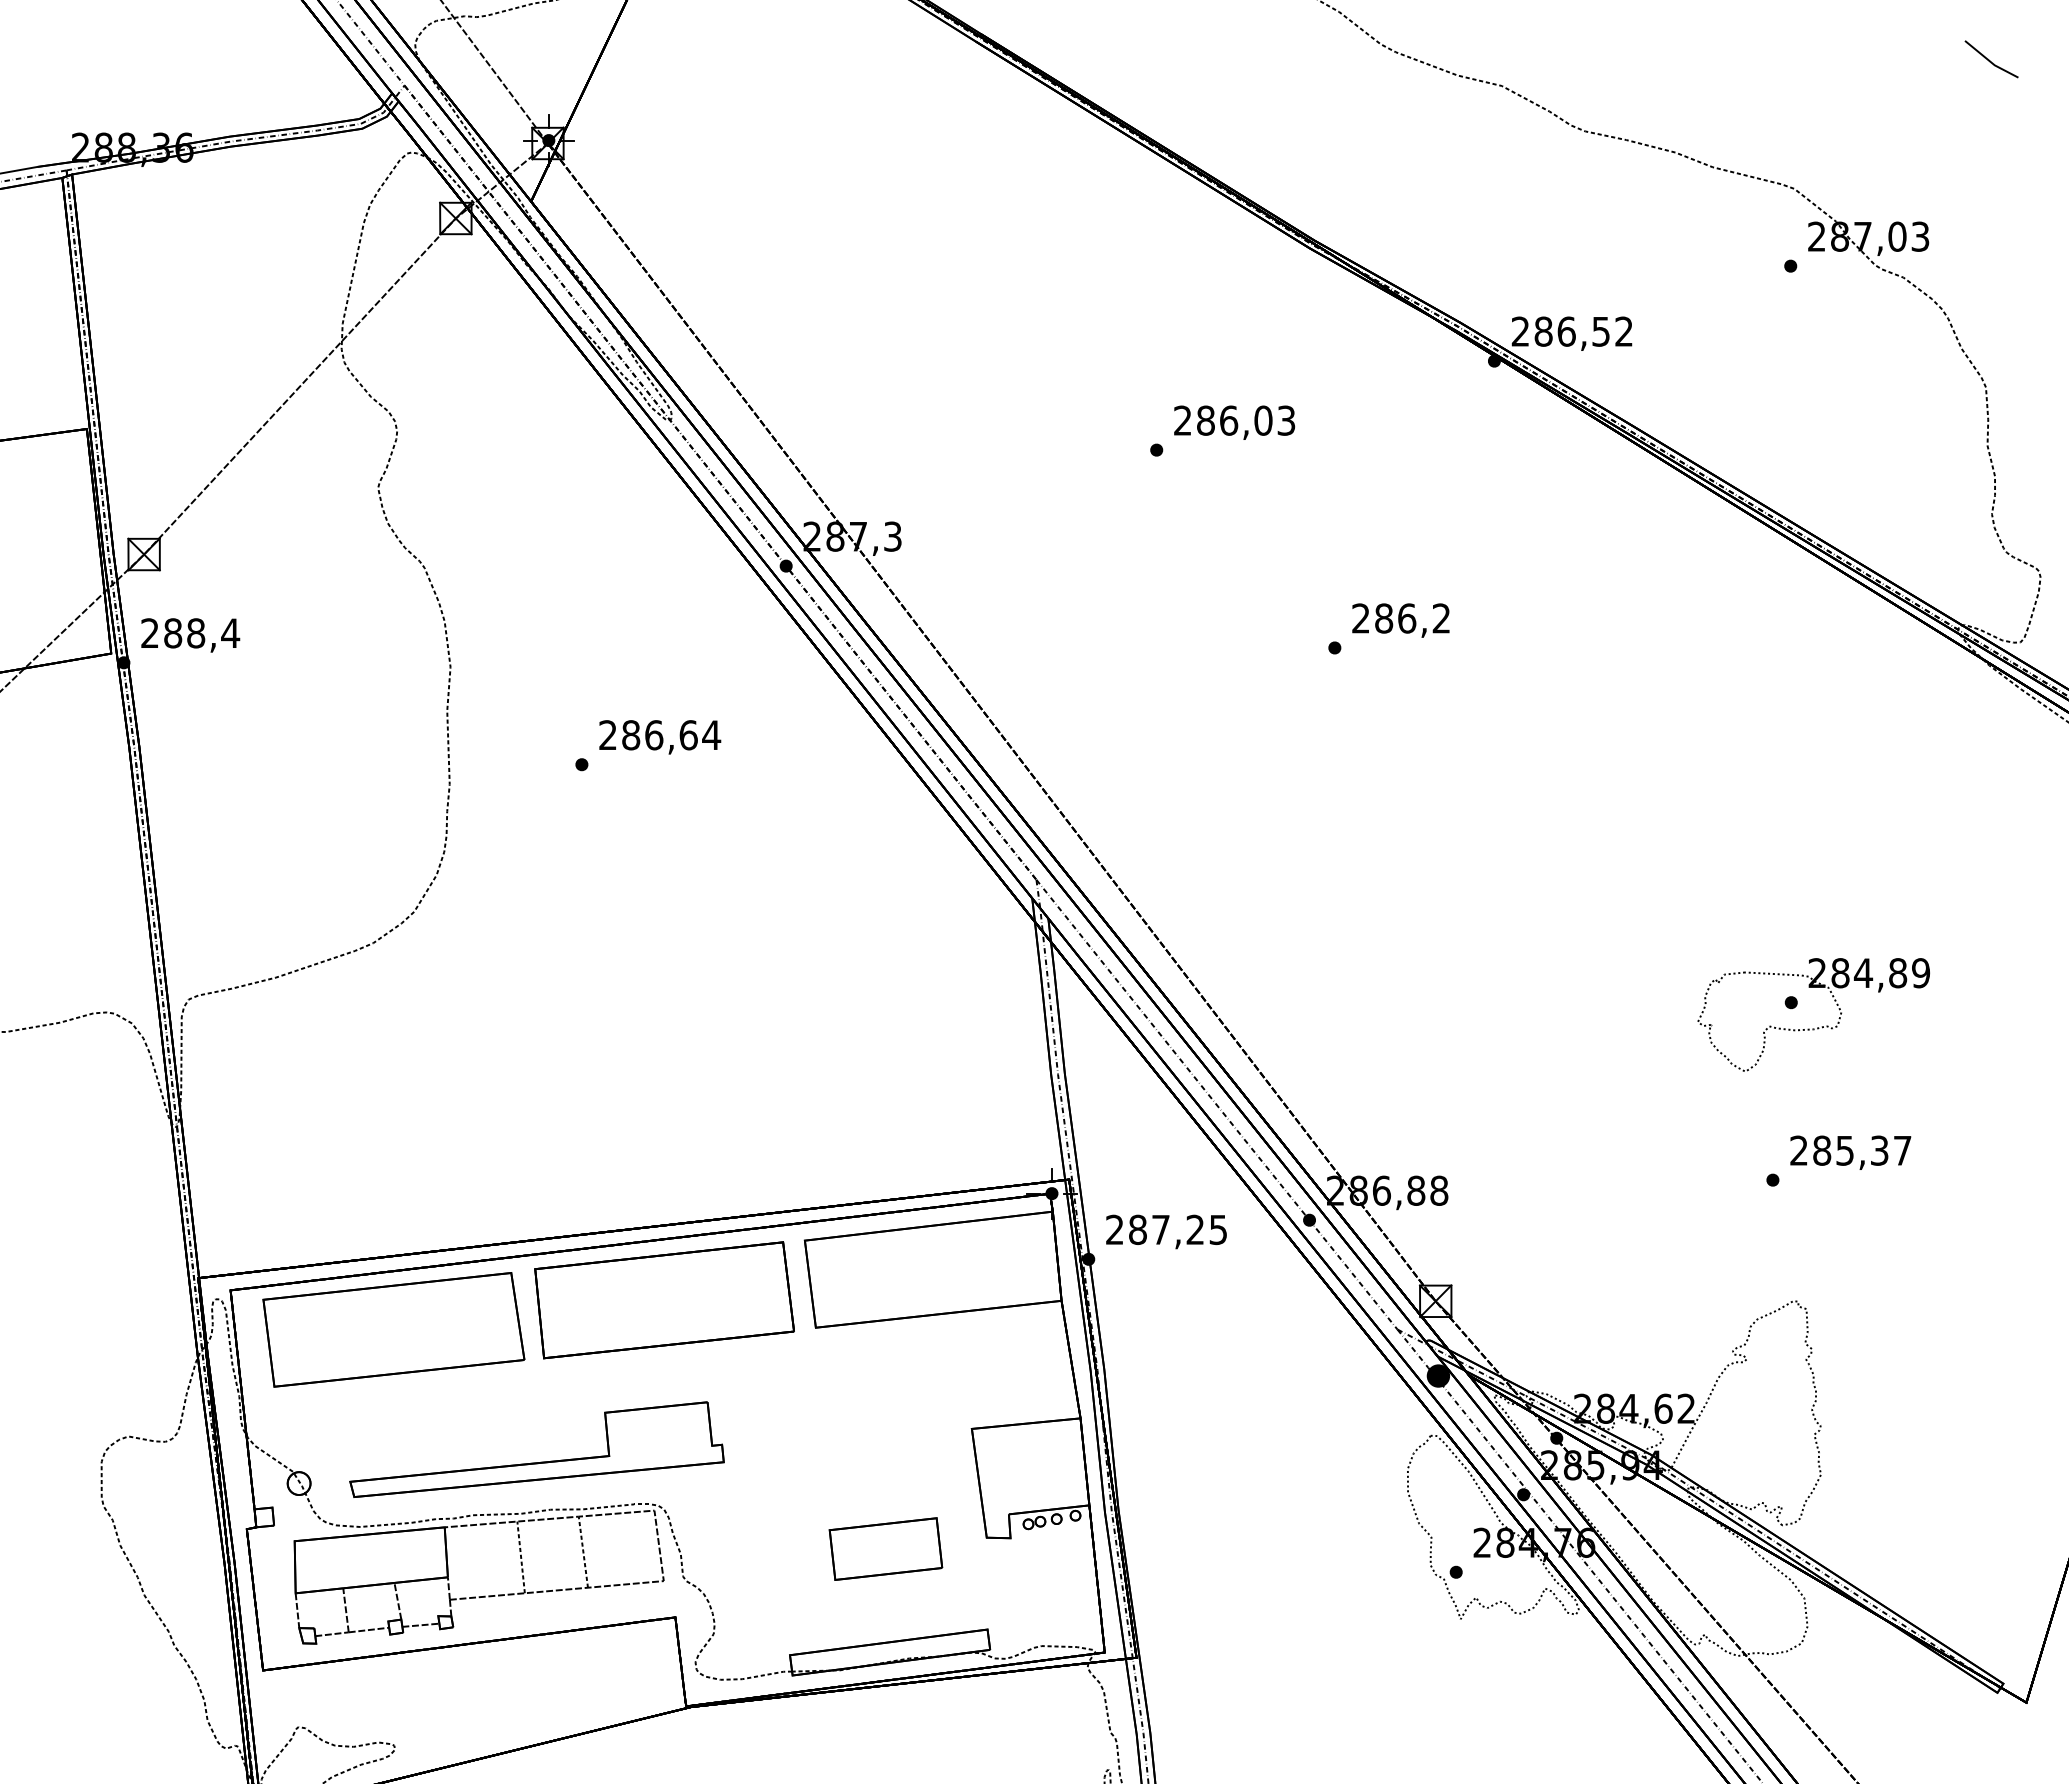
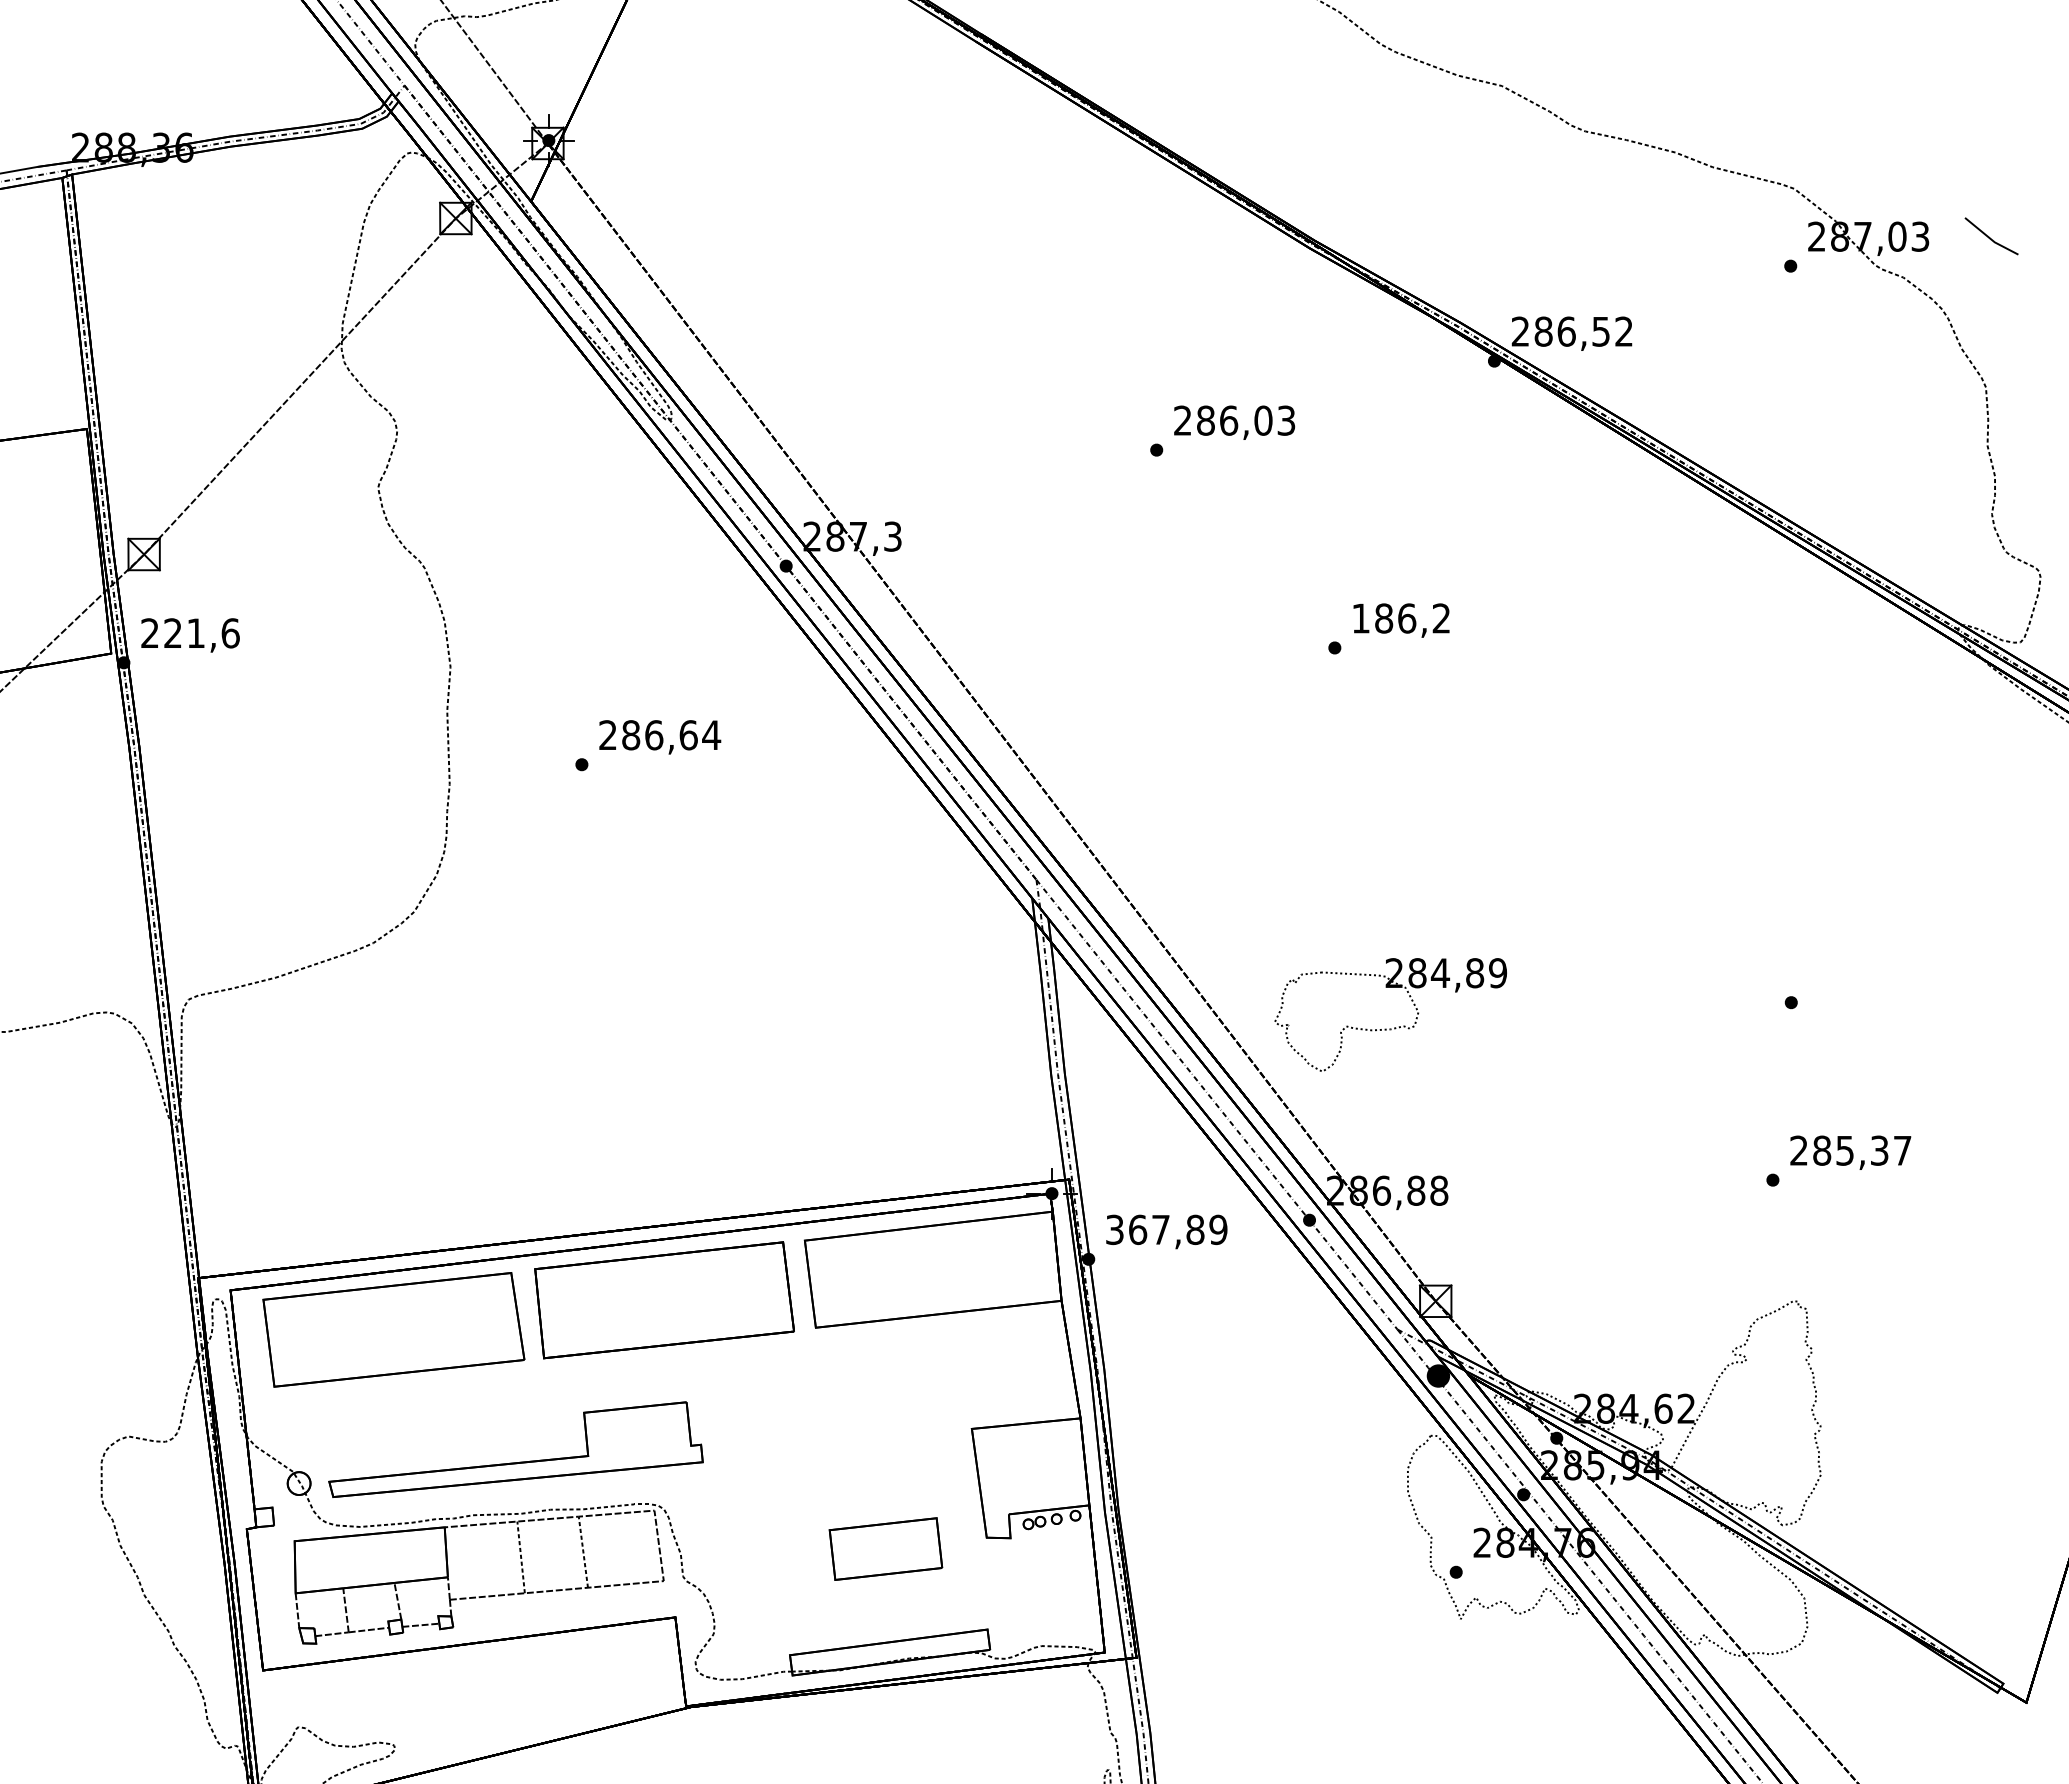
line at (1990, 60) position: (1990, 60) -> (1990, 237)
text at (1360, 618): 286,2 -> 186,2
text at (202, 633): 288,4 -> 221,6
part at (1817, 1027) position: (1817, 1027) -> (1394, 1027)
text at (1166, 1229): 287,25 -> 367,89
part at (540, 1461) position: (540, 1461) -> (519, 1461)
